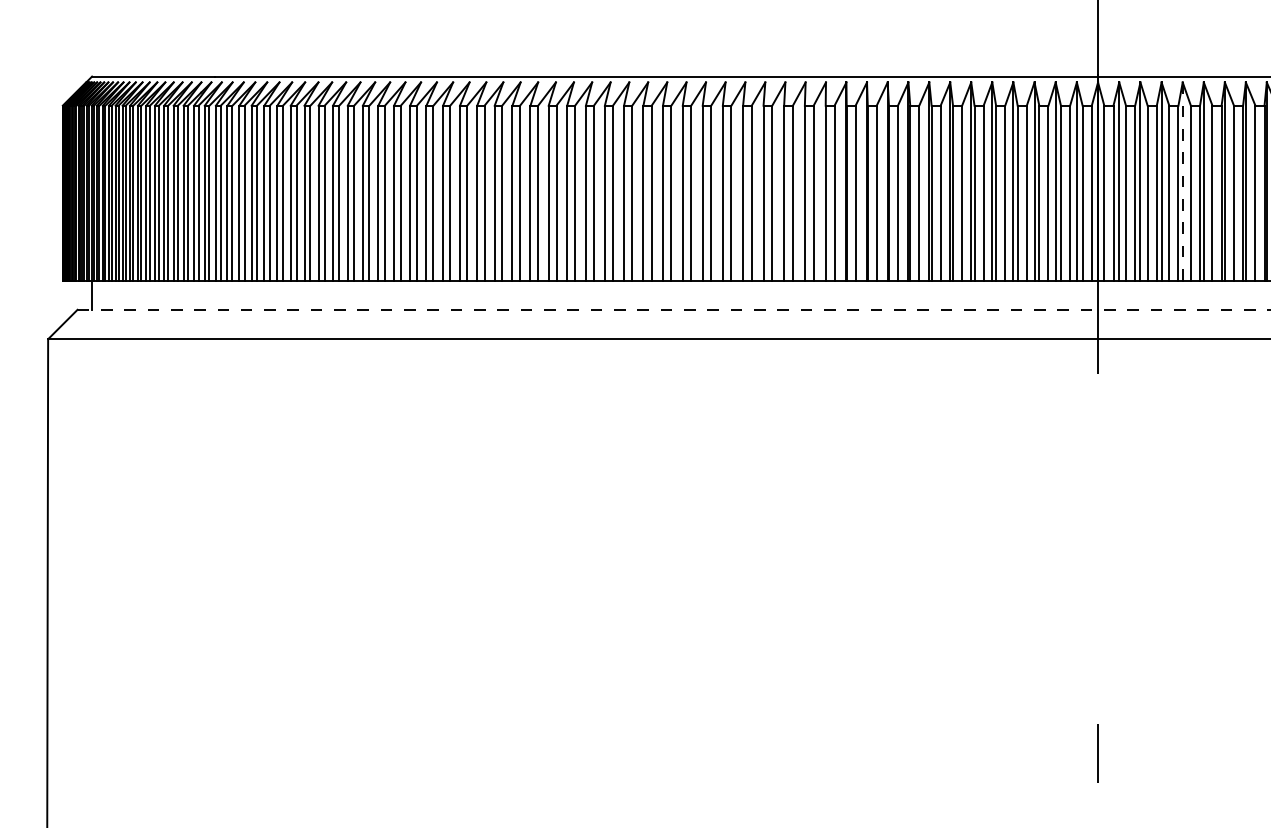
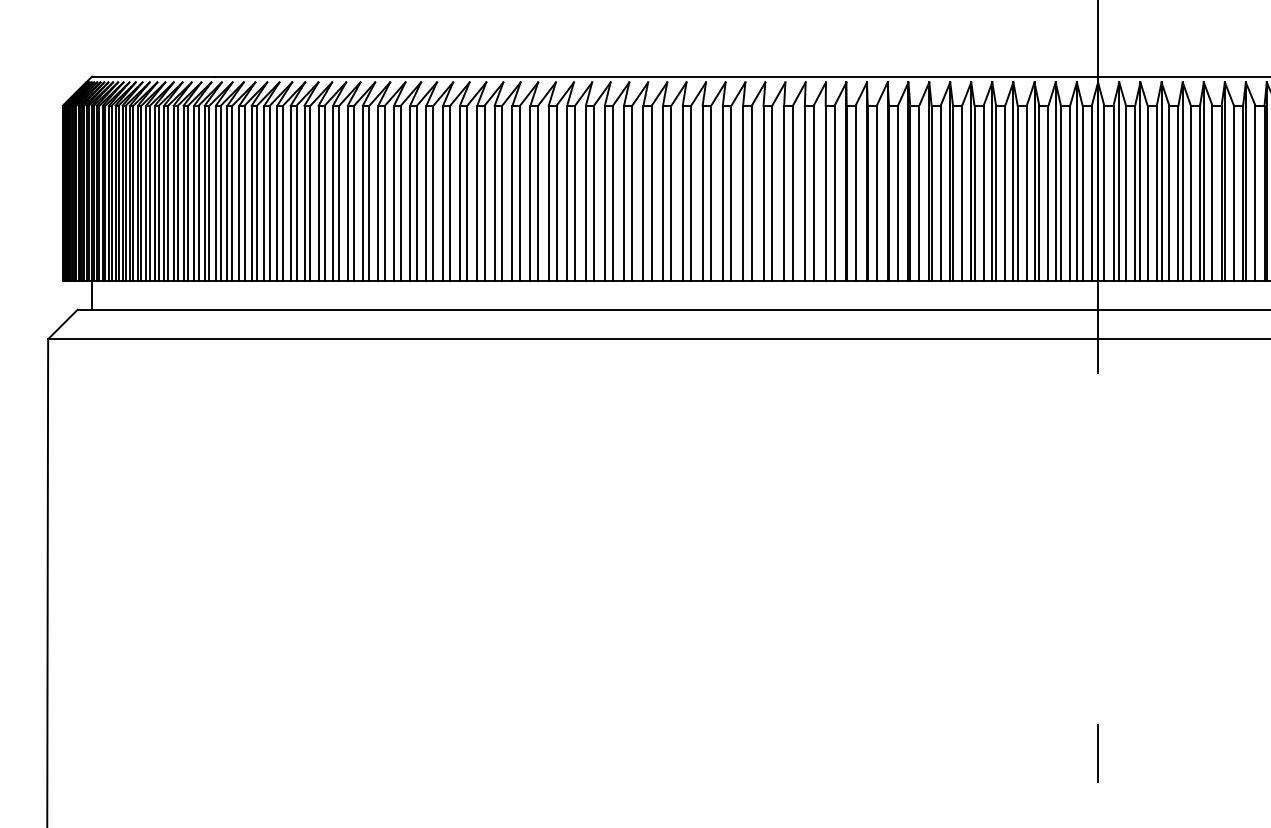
line at (1182, 182): dashed -> solid
line at (674, 309): dashed -> solid
